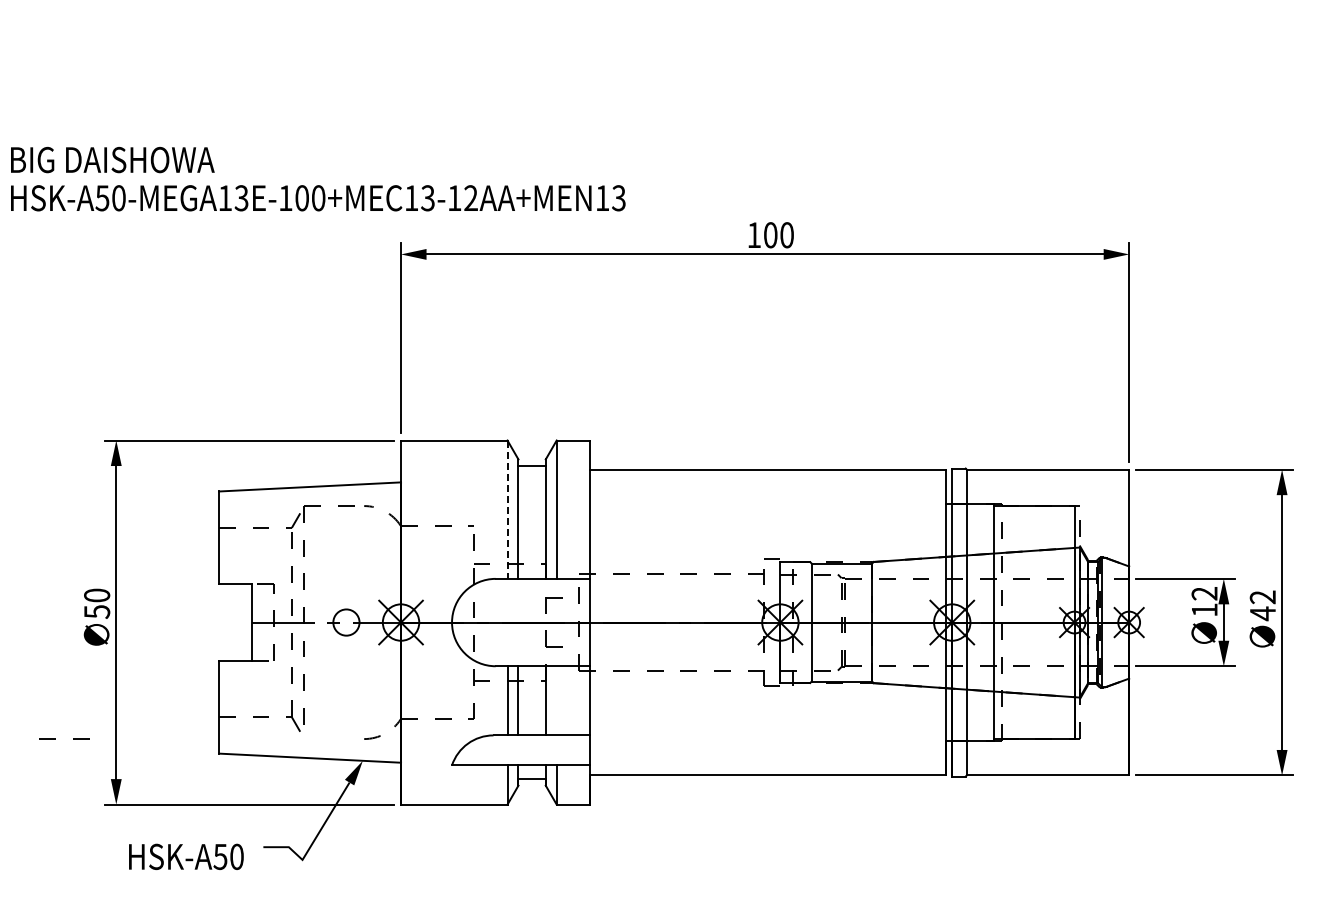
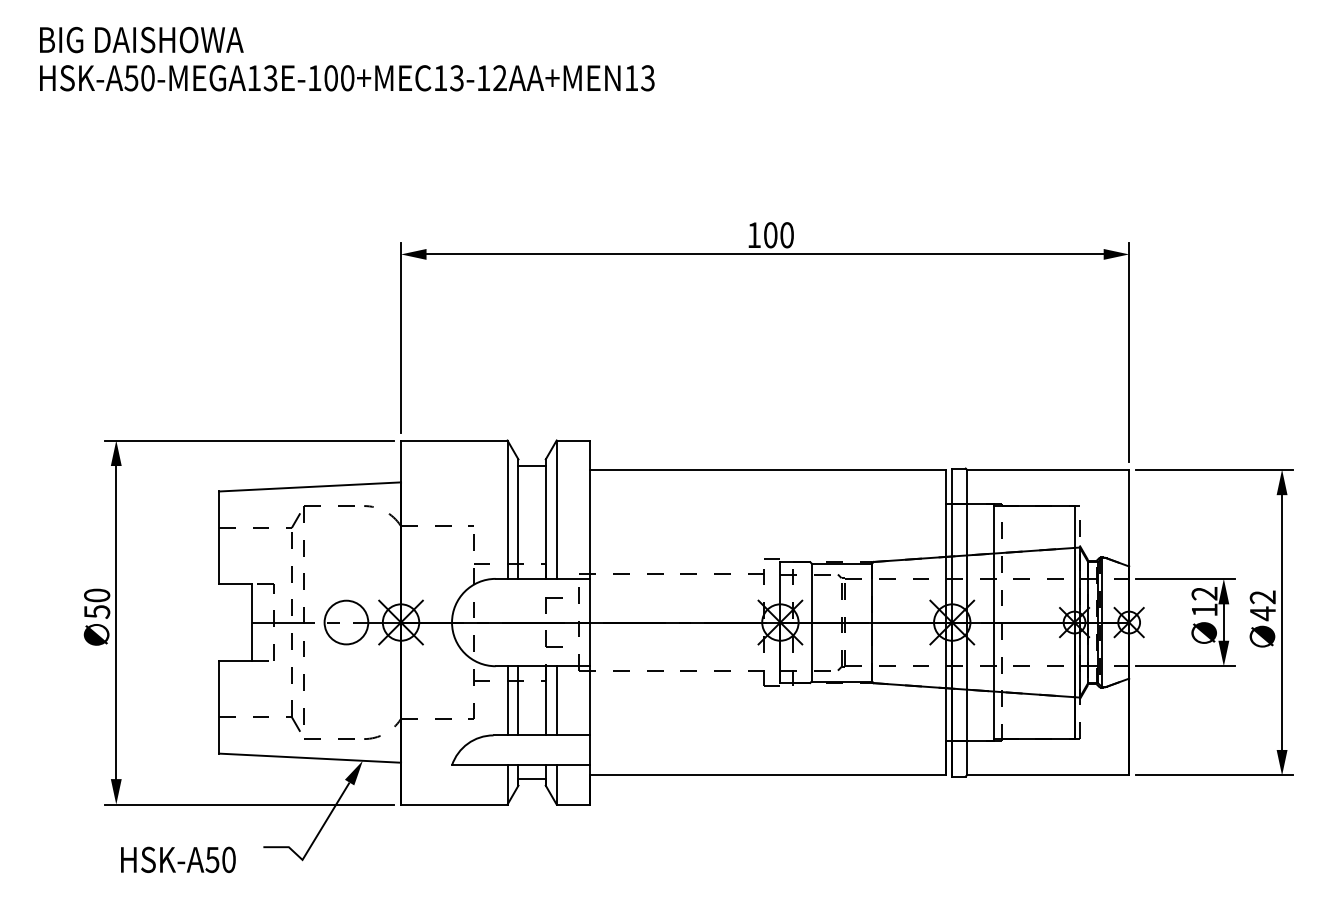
text at (318, 178) position: (318, 178) -> (347, 58)
line at (507, 510): dashed -> solid
circle at (346, 622) diameter: 26 px -> 44 px
line at (556, 700): none -> present
line at (55, 738) position: (55, 738) -> (320, 738)
text at (186, 856) position: (186, 856) -> (178, 859)
